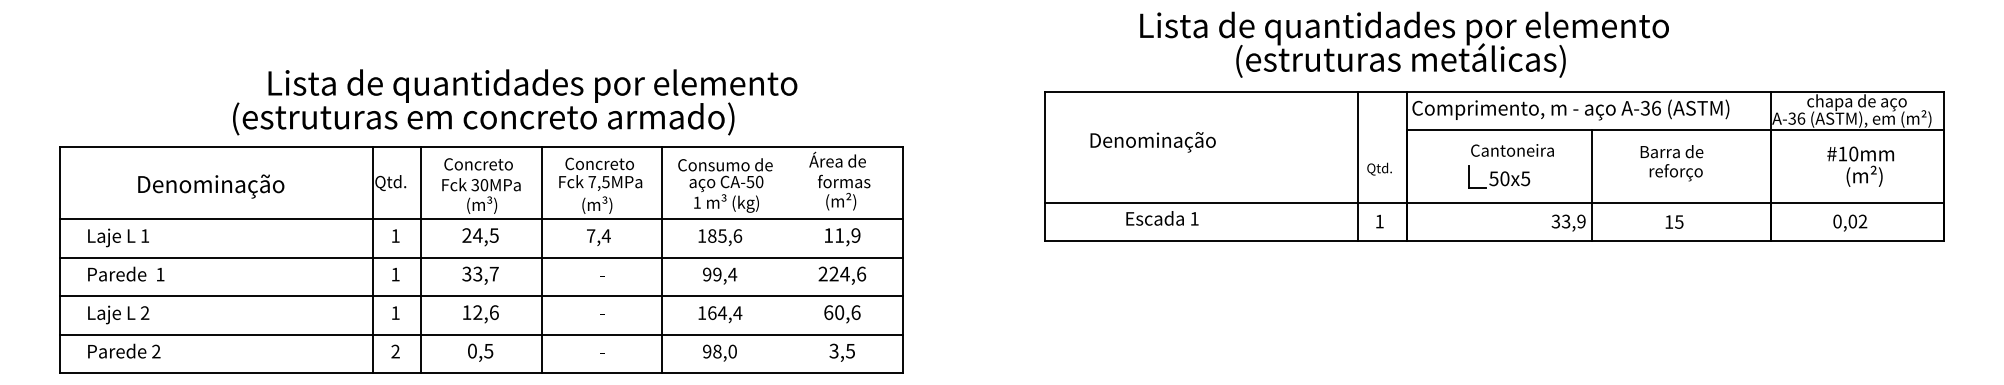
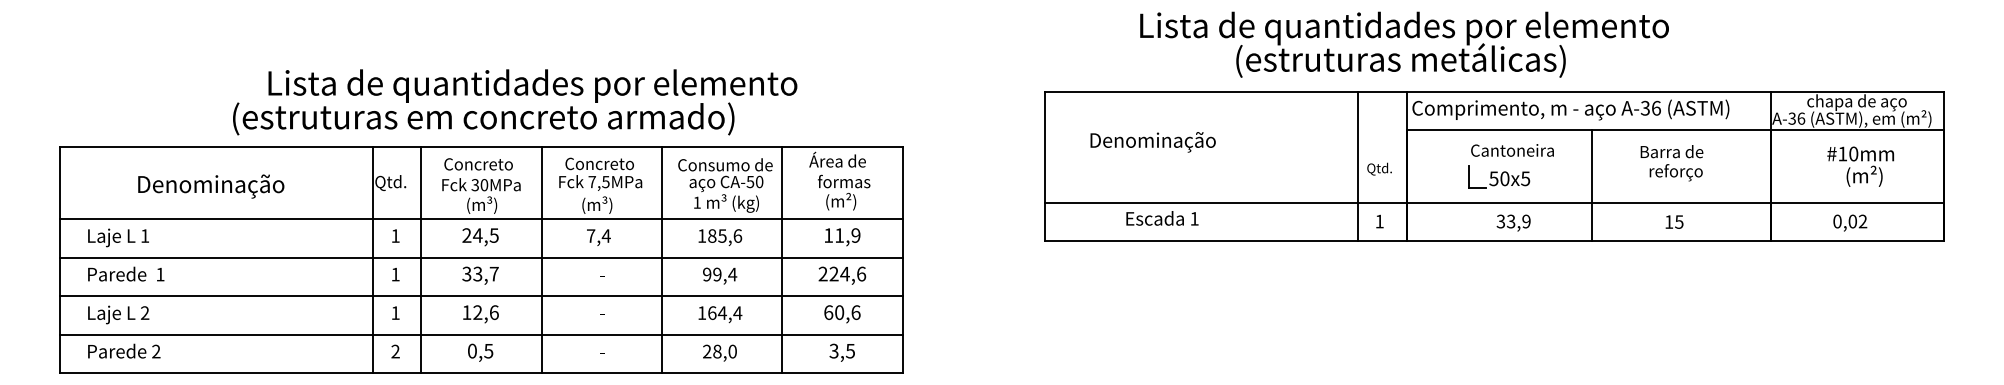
text at (1568, 222) position: (1568, 222) -> (1513, 222)
line at (782, 259): none -> present
text at (707, 351): 98,0 -> 28,0
